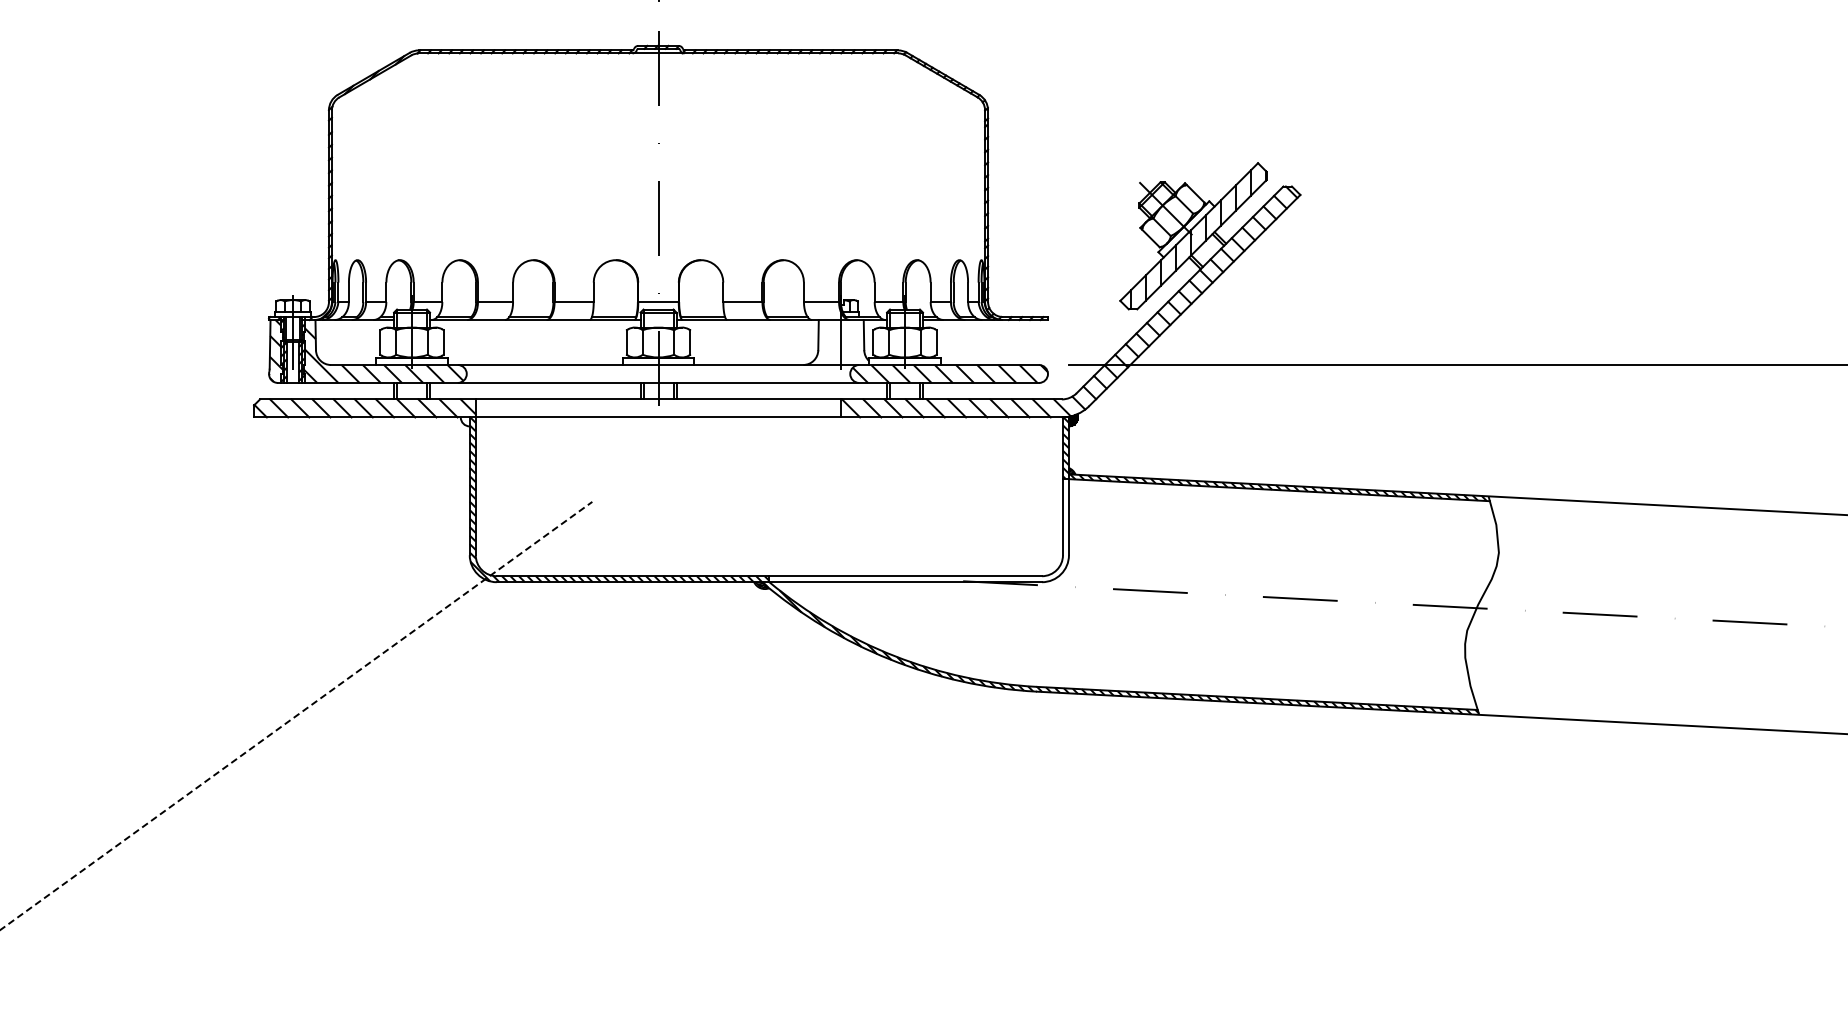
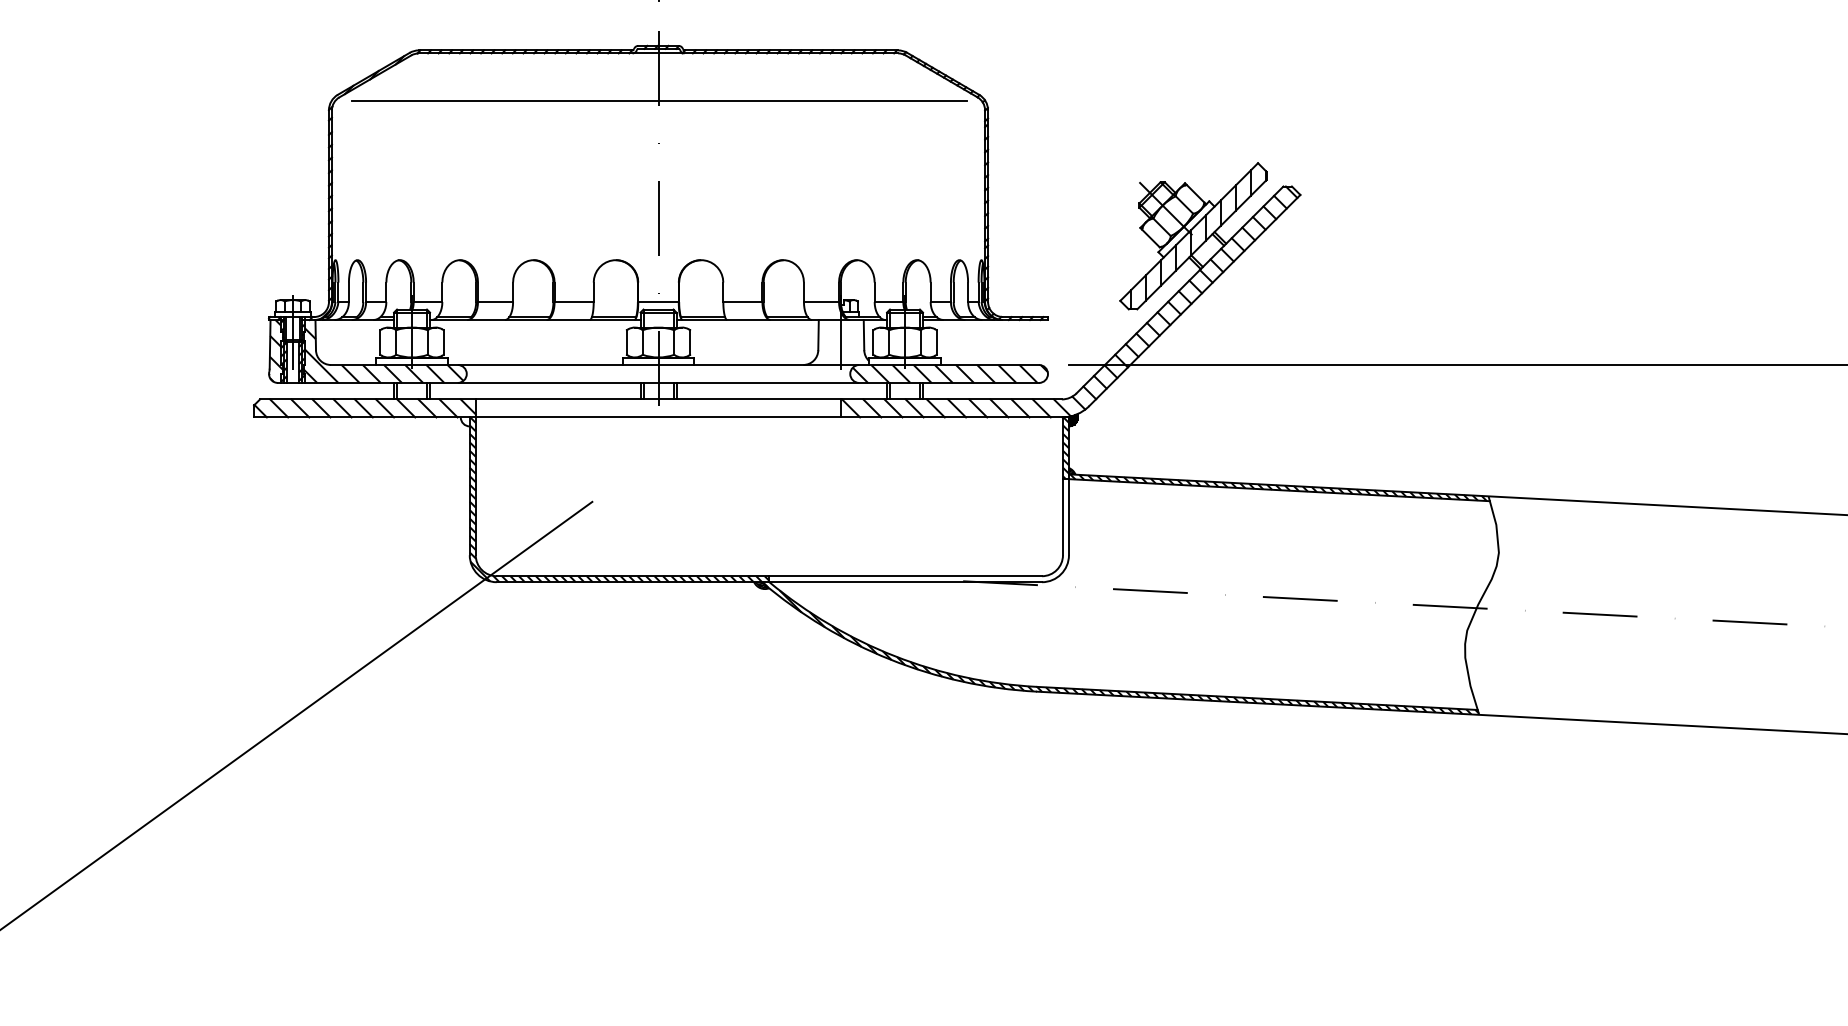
line at (658, 101): none -> present
line at (296, 715): dashed -> solid
